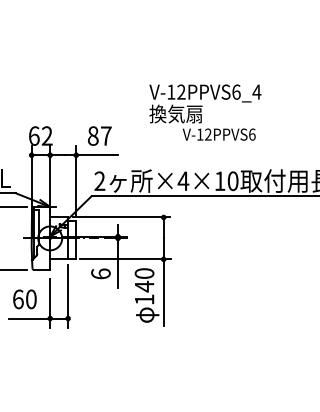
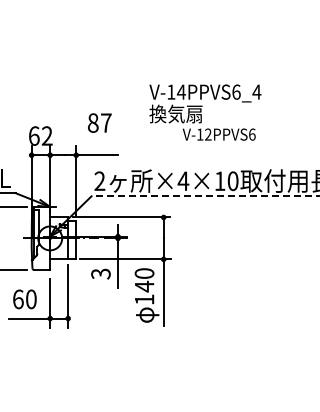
text at (180, 91): V-12PPVS6_4 -> V-14PPVS6_4
text at (99, 135) position: (99, 135) -> (99, 122)
line at (205, 196): solid -> dashed
text at (100, 273): 6 -> 3
